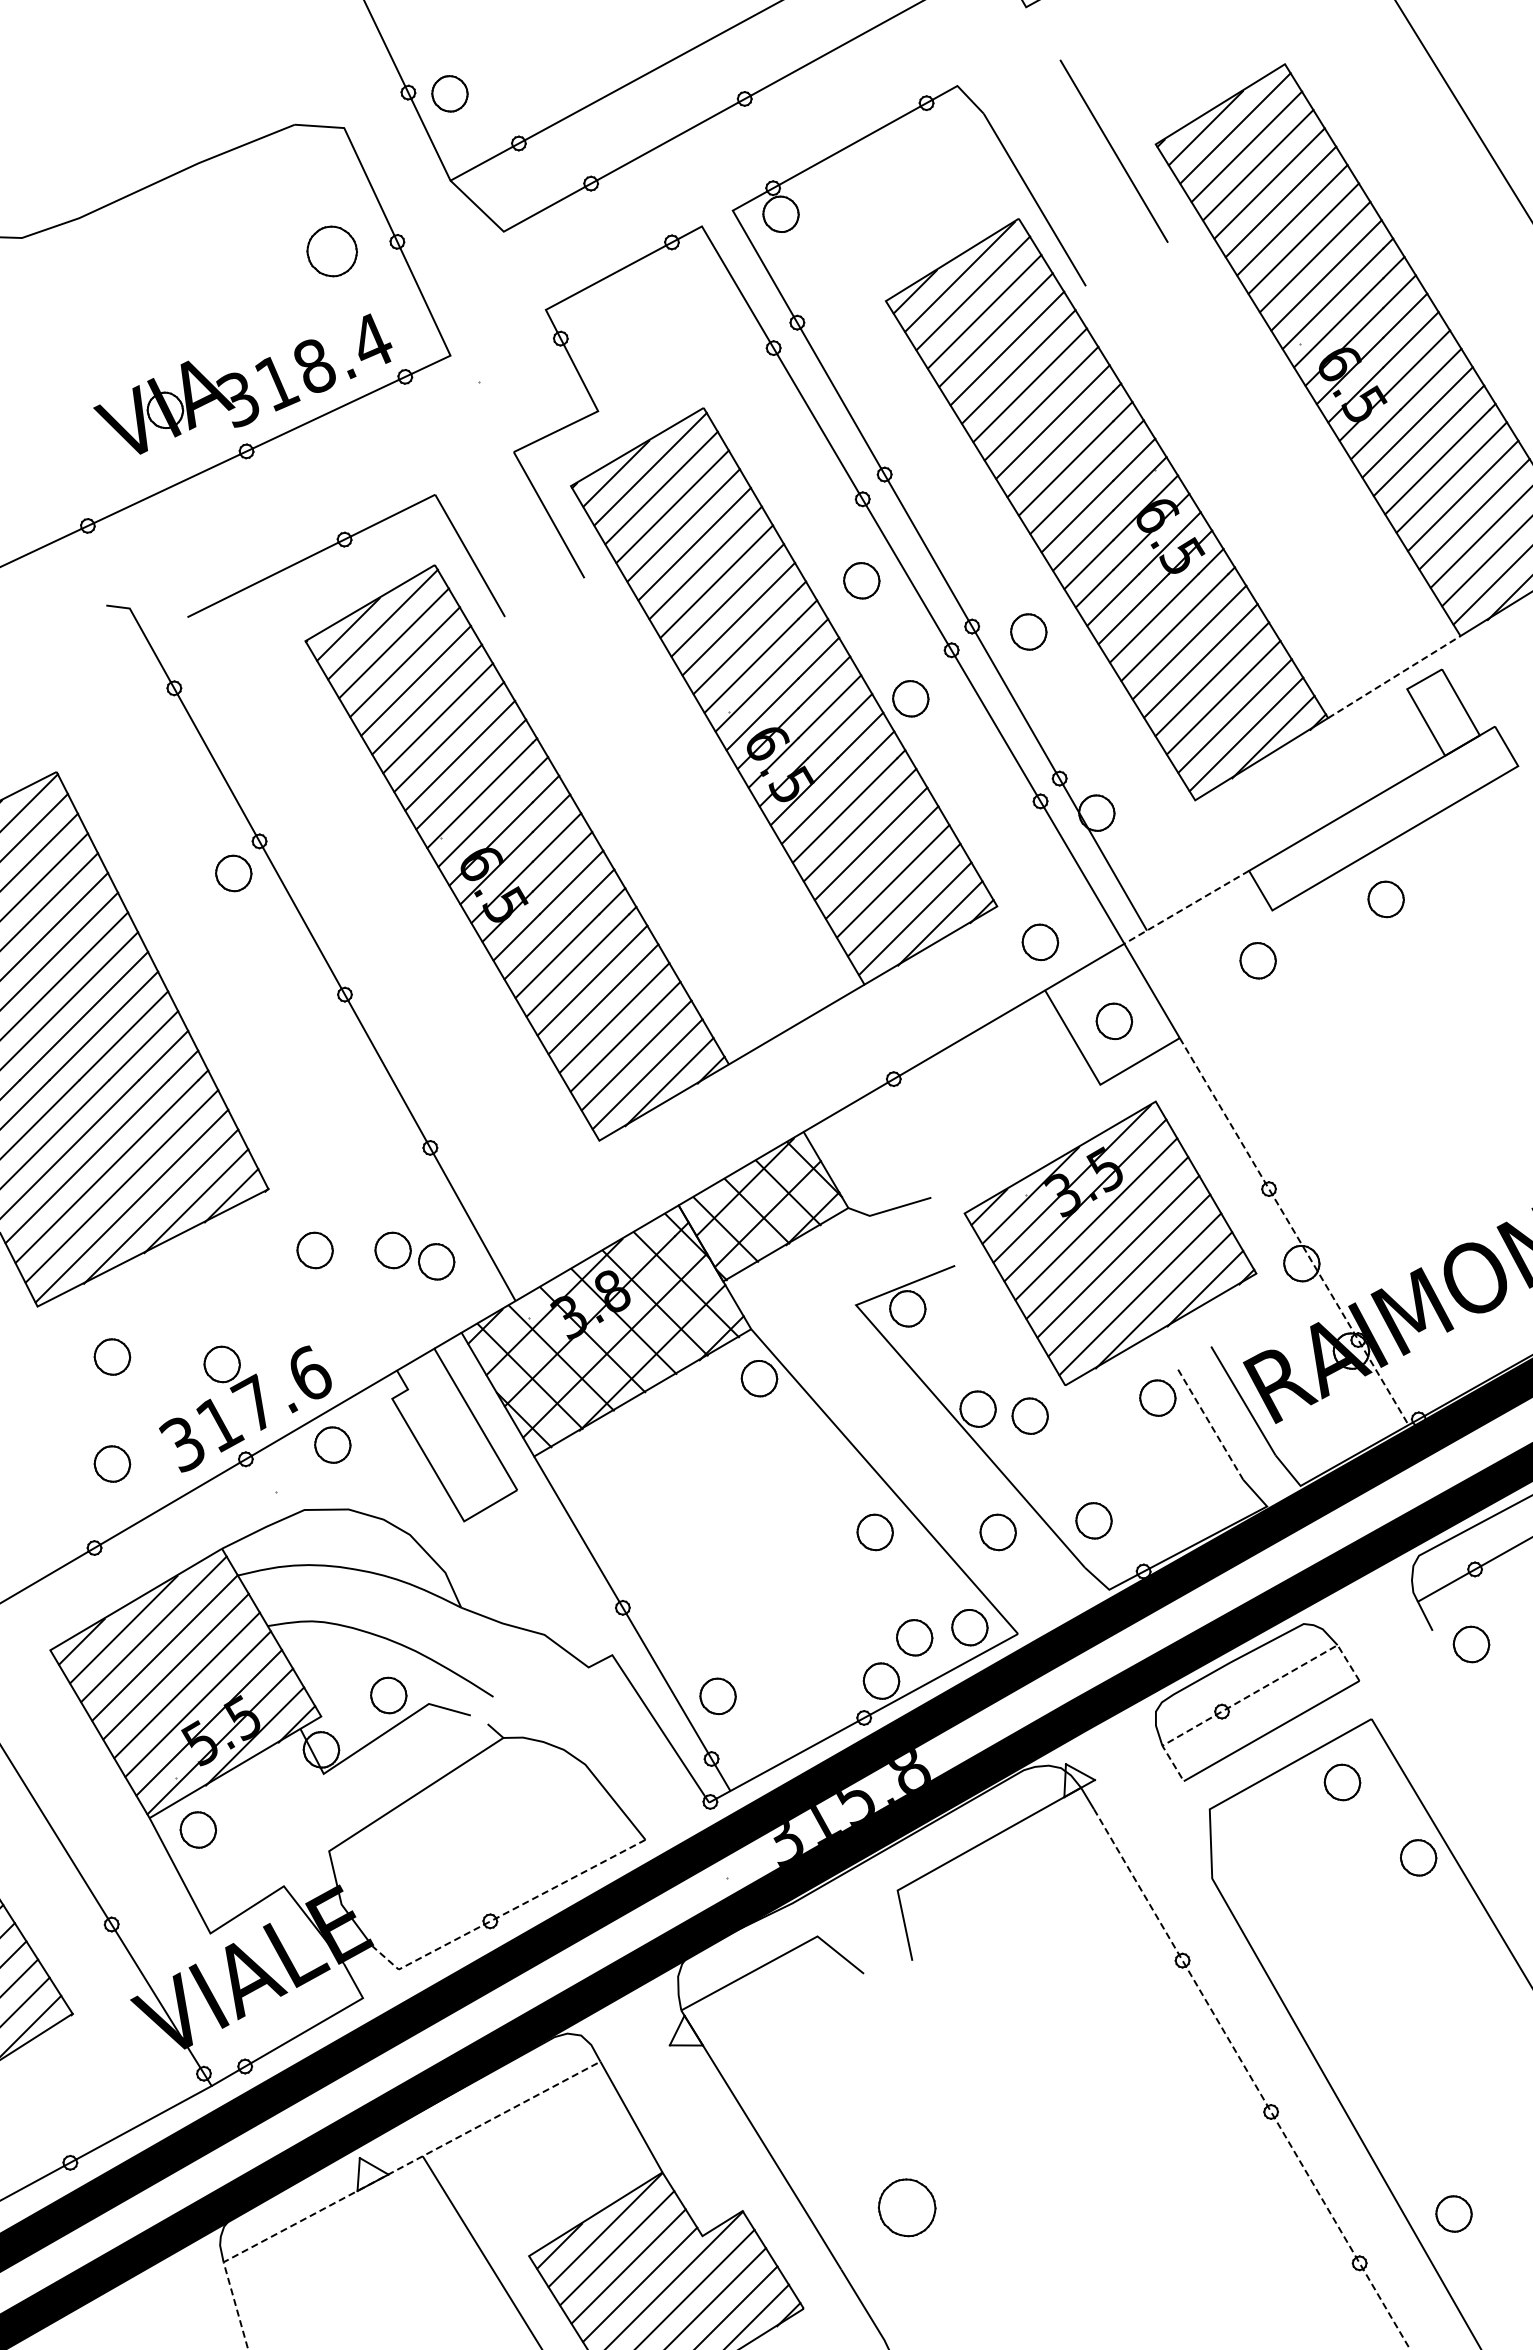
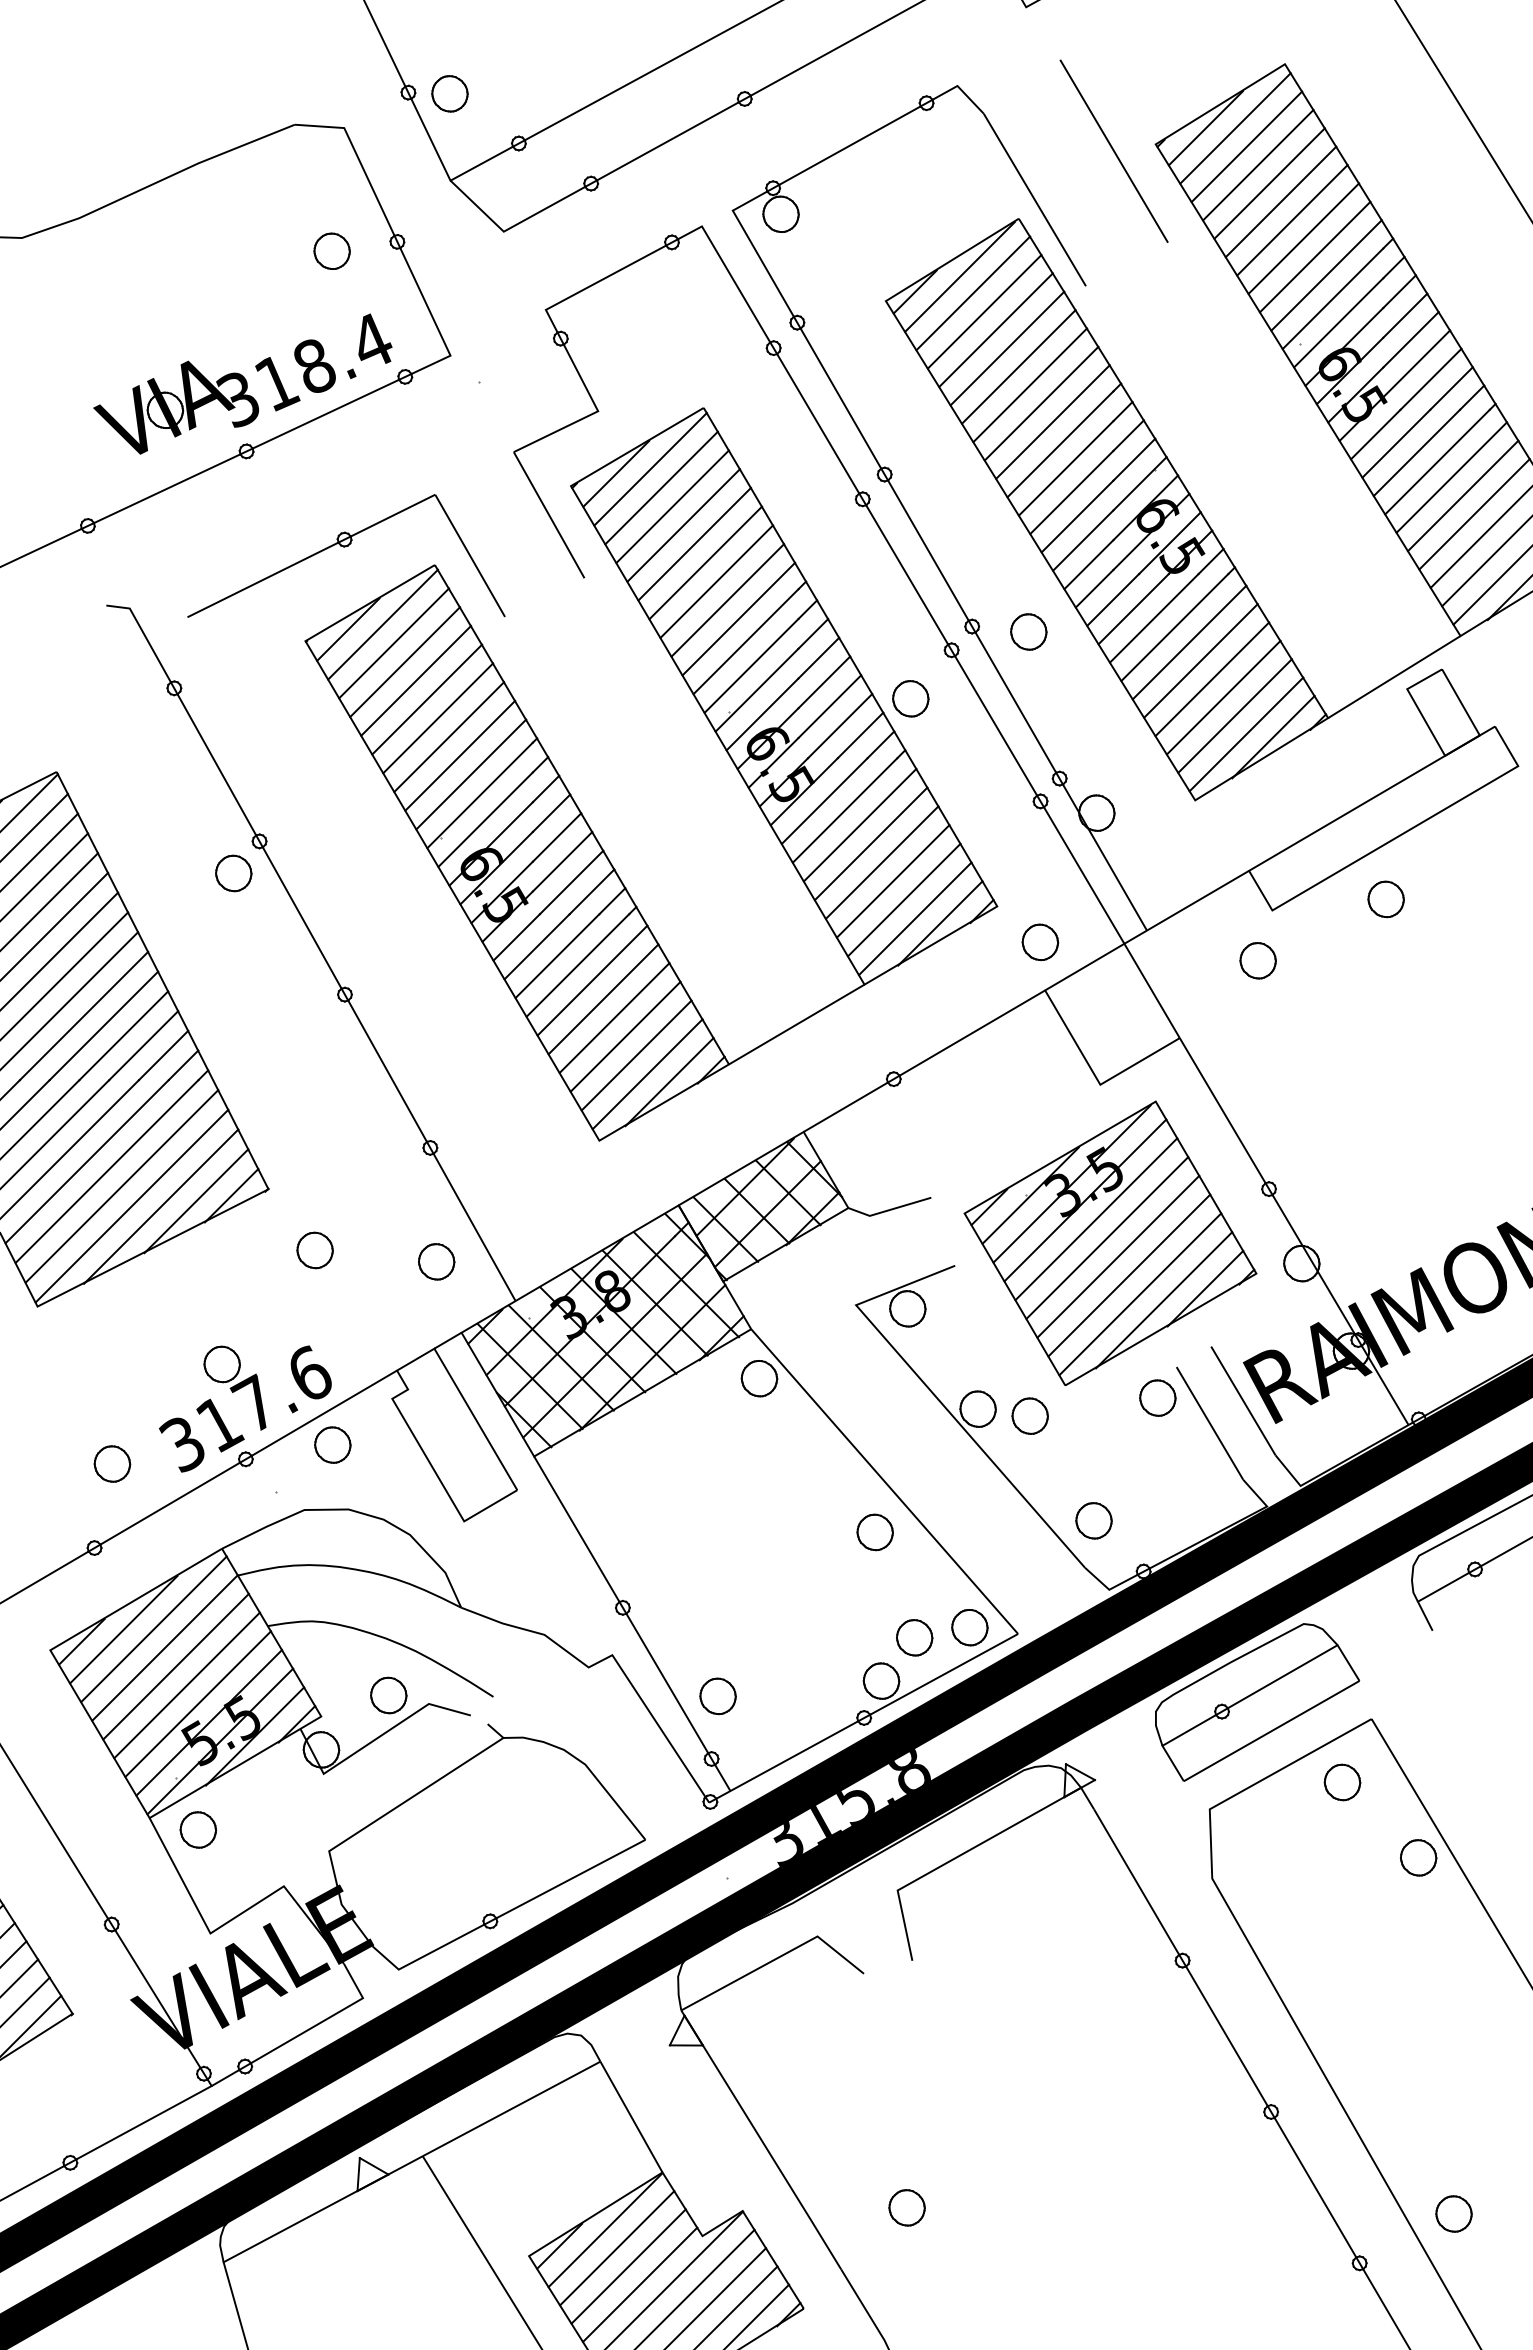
part at (331, 251) size: 52x53 px -> 38x38 px
part at (861, 580): present -> none
line at (1394, 677): dashed -> solid
line at (1186, 907): dashed -> solid
part at (1114, 1021): present -> none
line at (1294, 1231): dashed -> solid
part at (392, 1250): present -> none
part at (112, 1356): present -> none
line at (1209, 1423): dashed -> solid
part at (997, 1532): present -> none
part at (1471, 1644): present -> none
line at (1249, 1695): dashed -> solid
line at (505, 1913): dashed -> solid
line at (1252, 2079): dashed -> solid
line at (371, 2183): dashed -> solid
part at (906, 2207) size: 60x60 px -> 38x38 px
